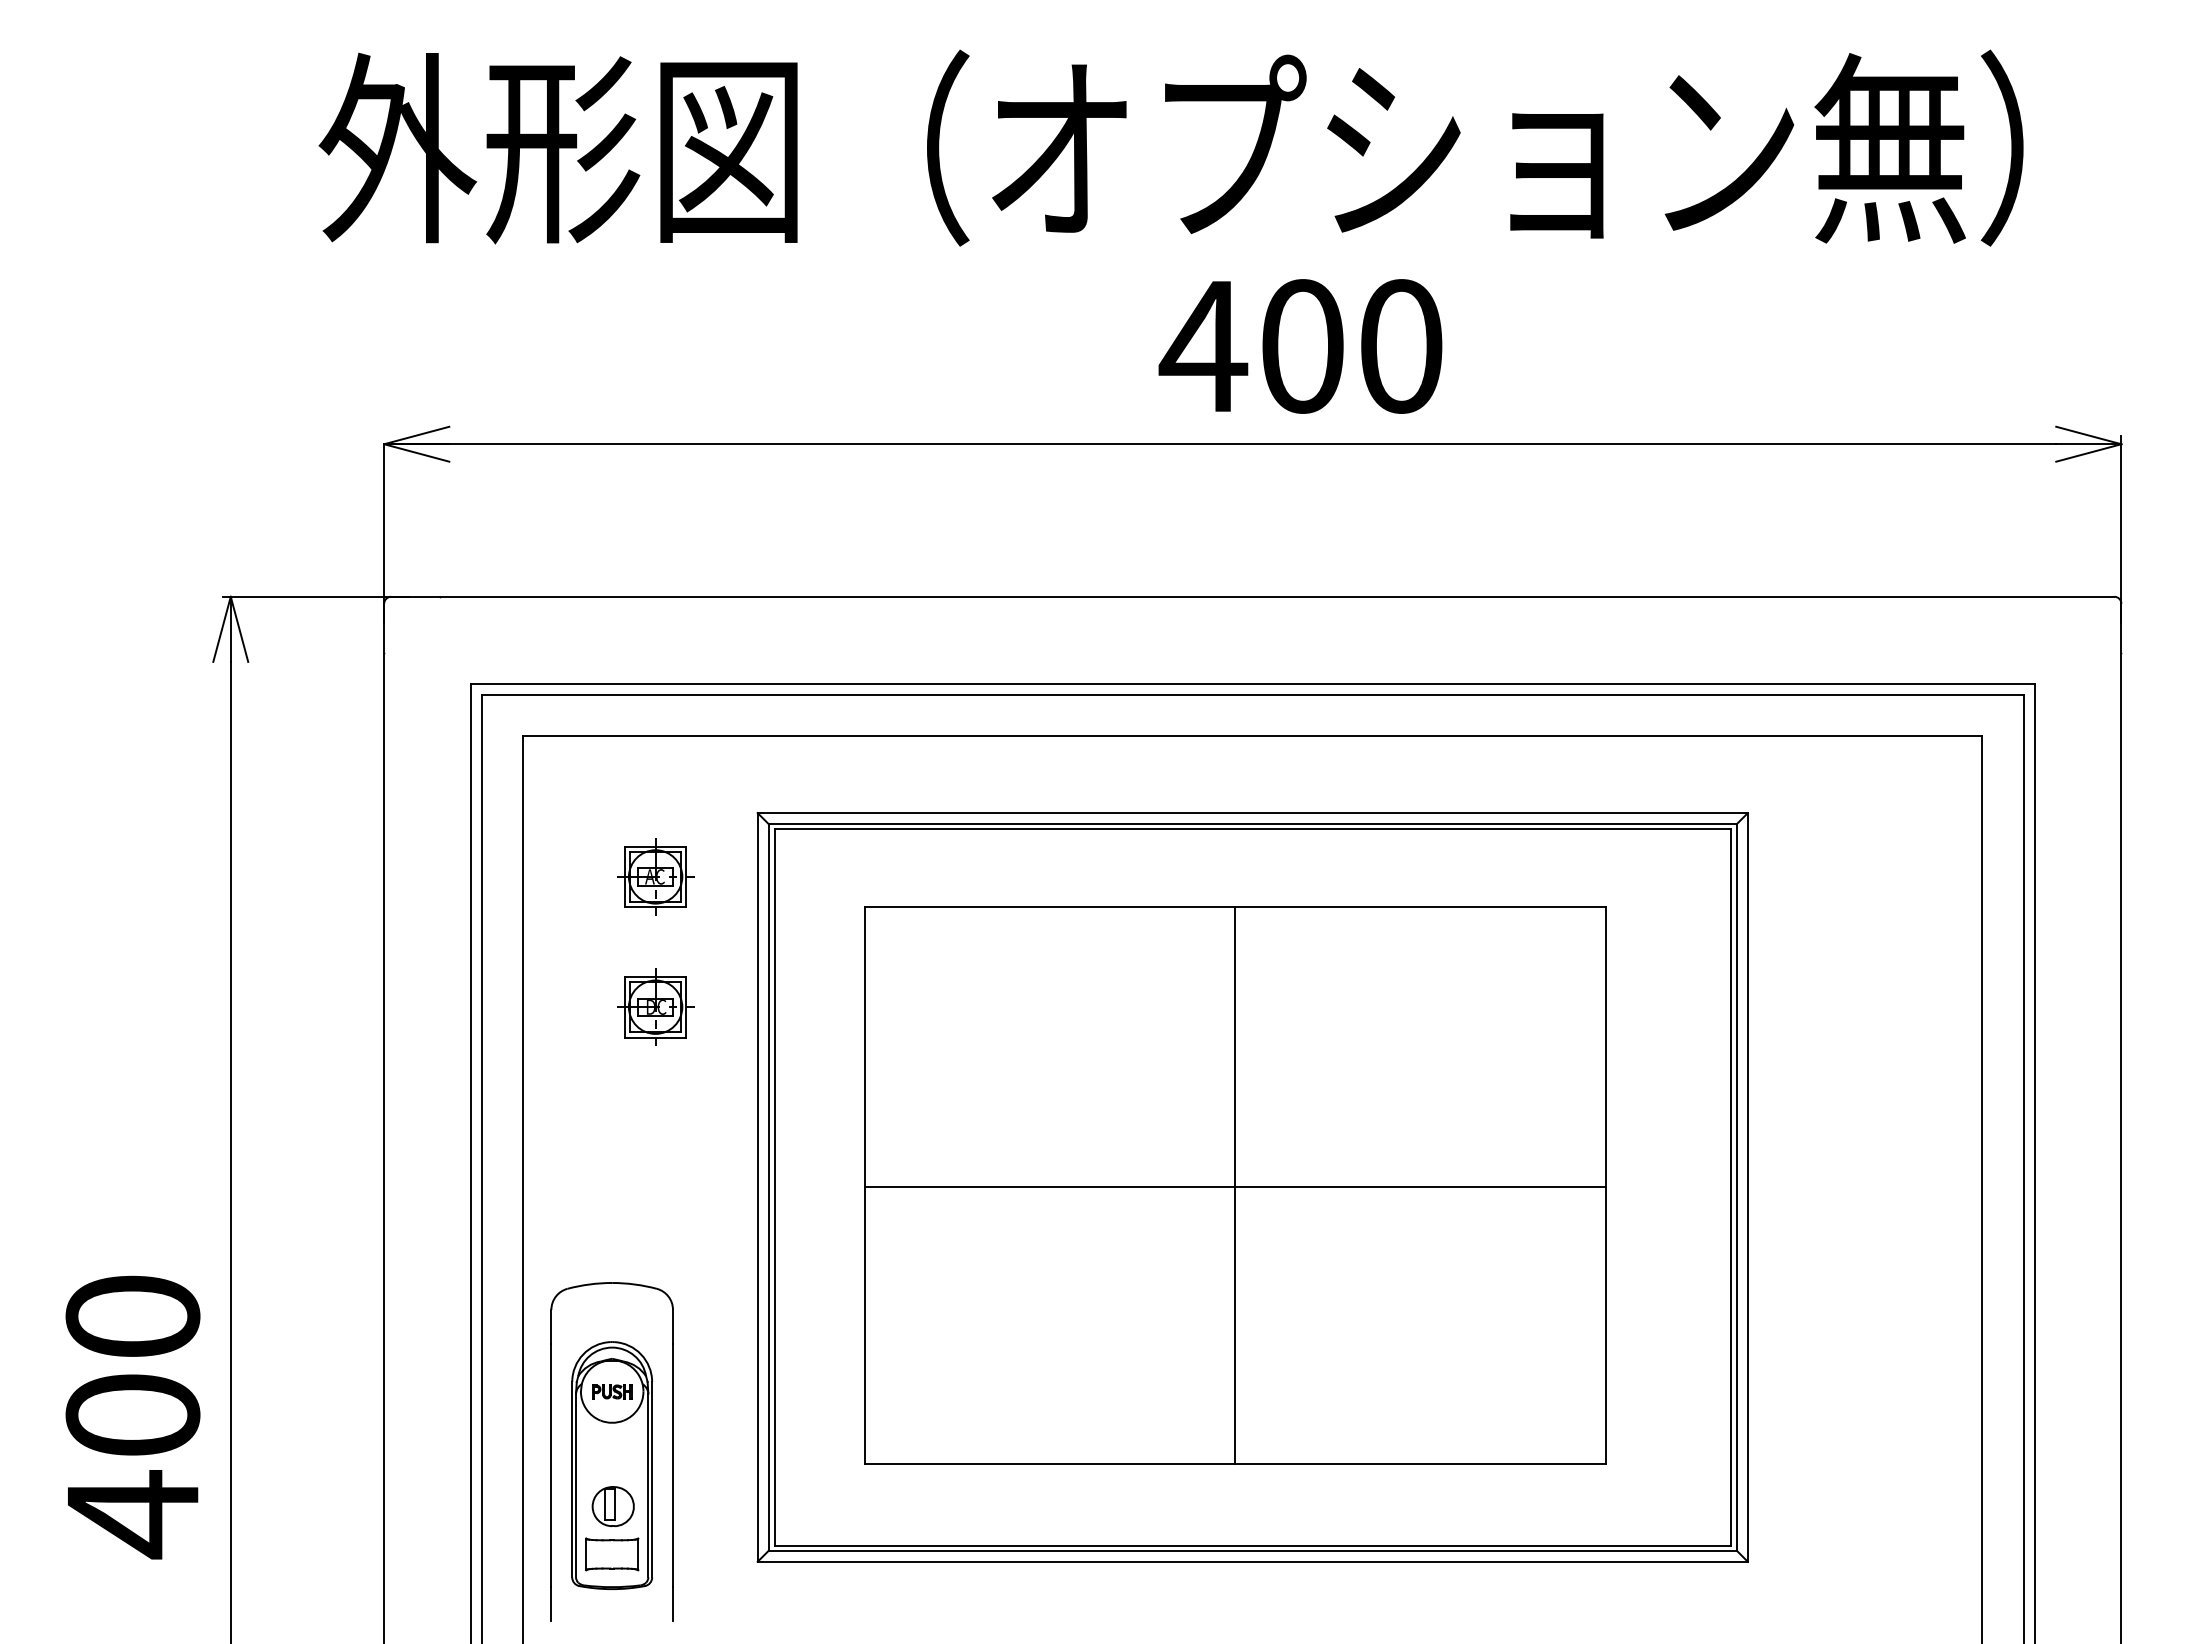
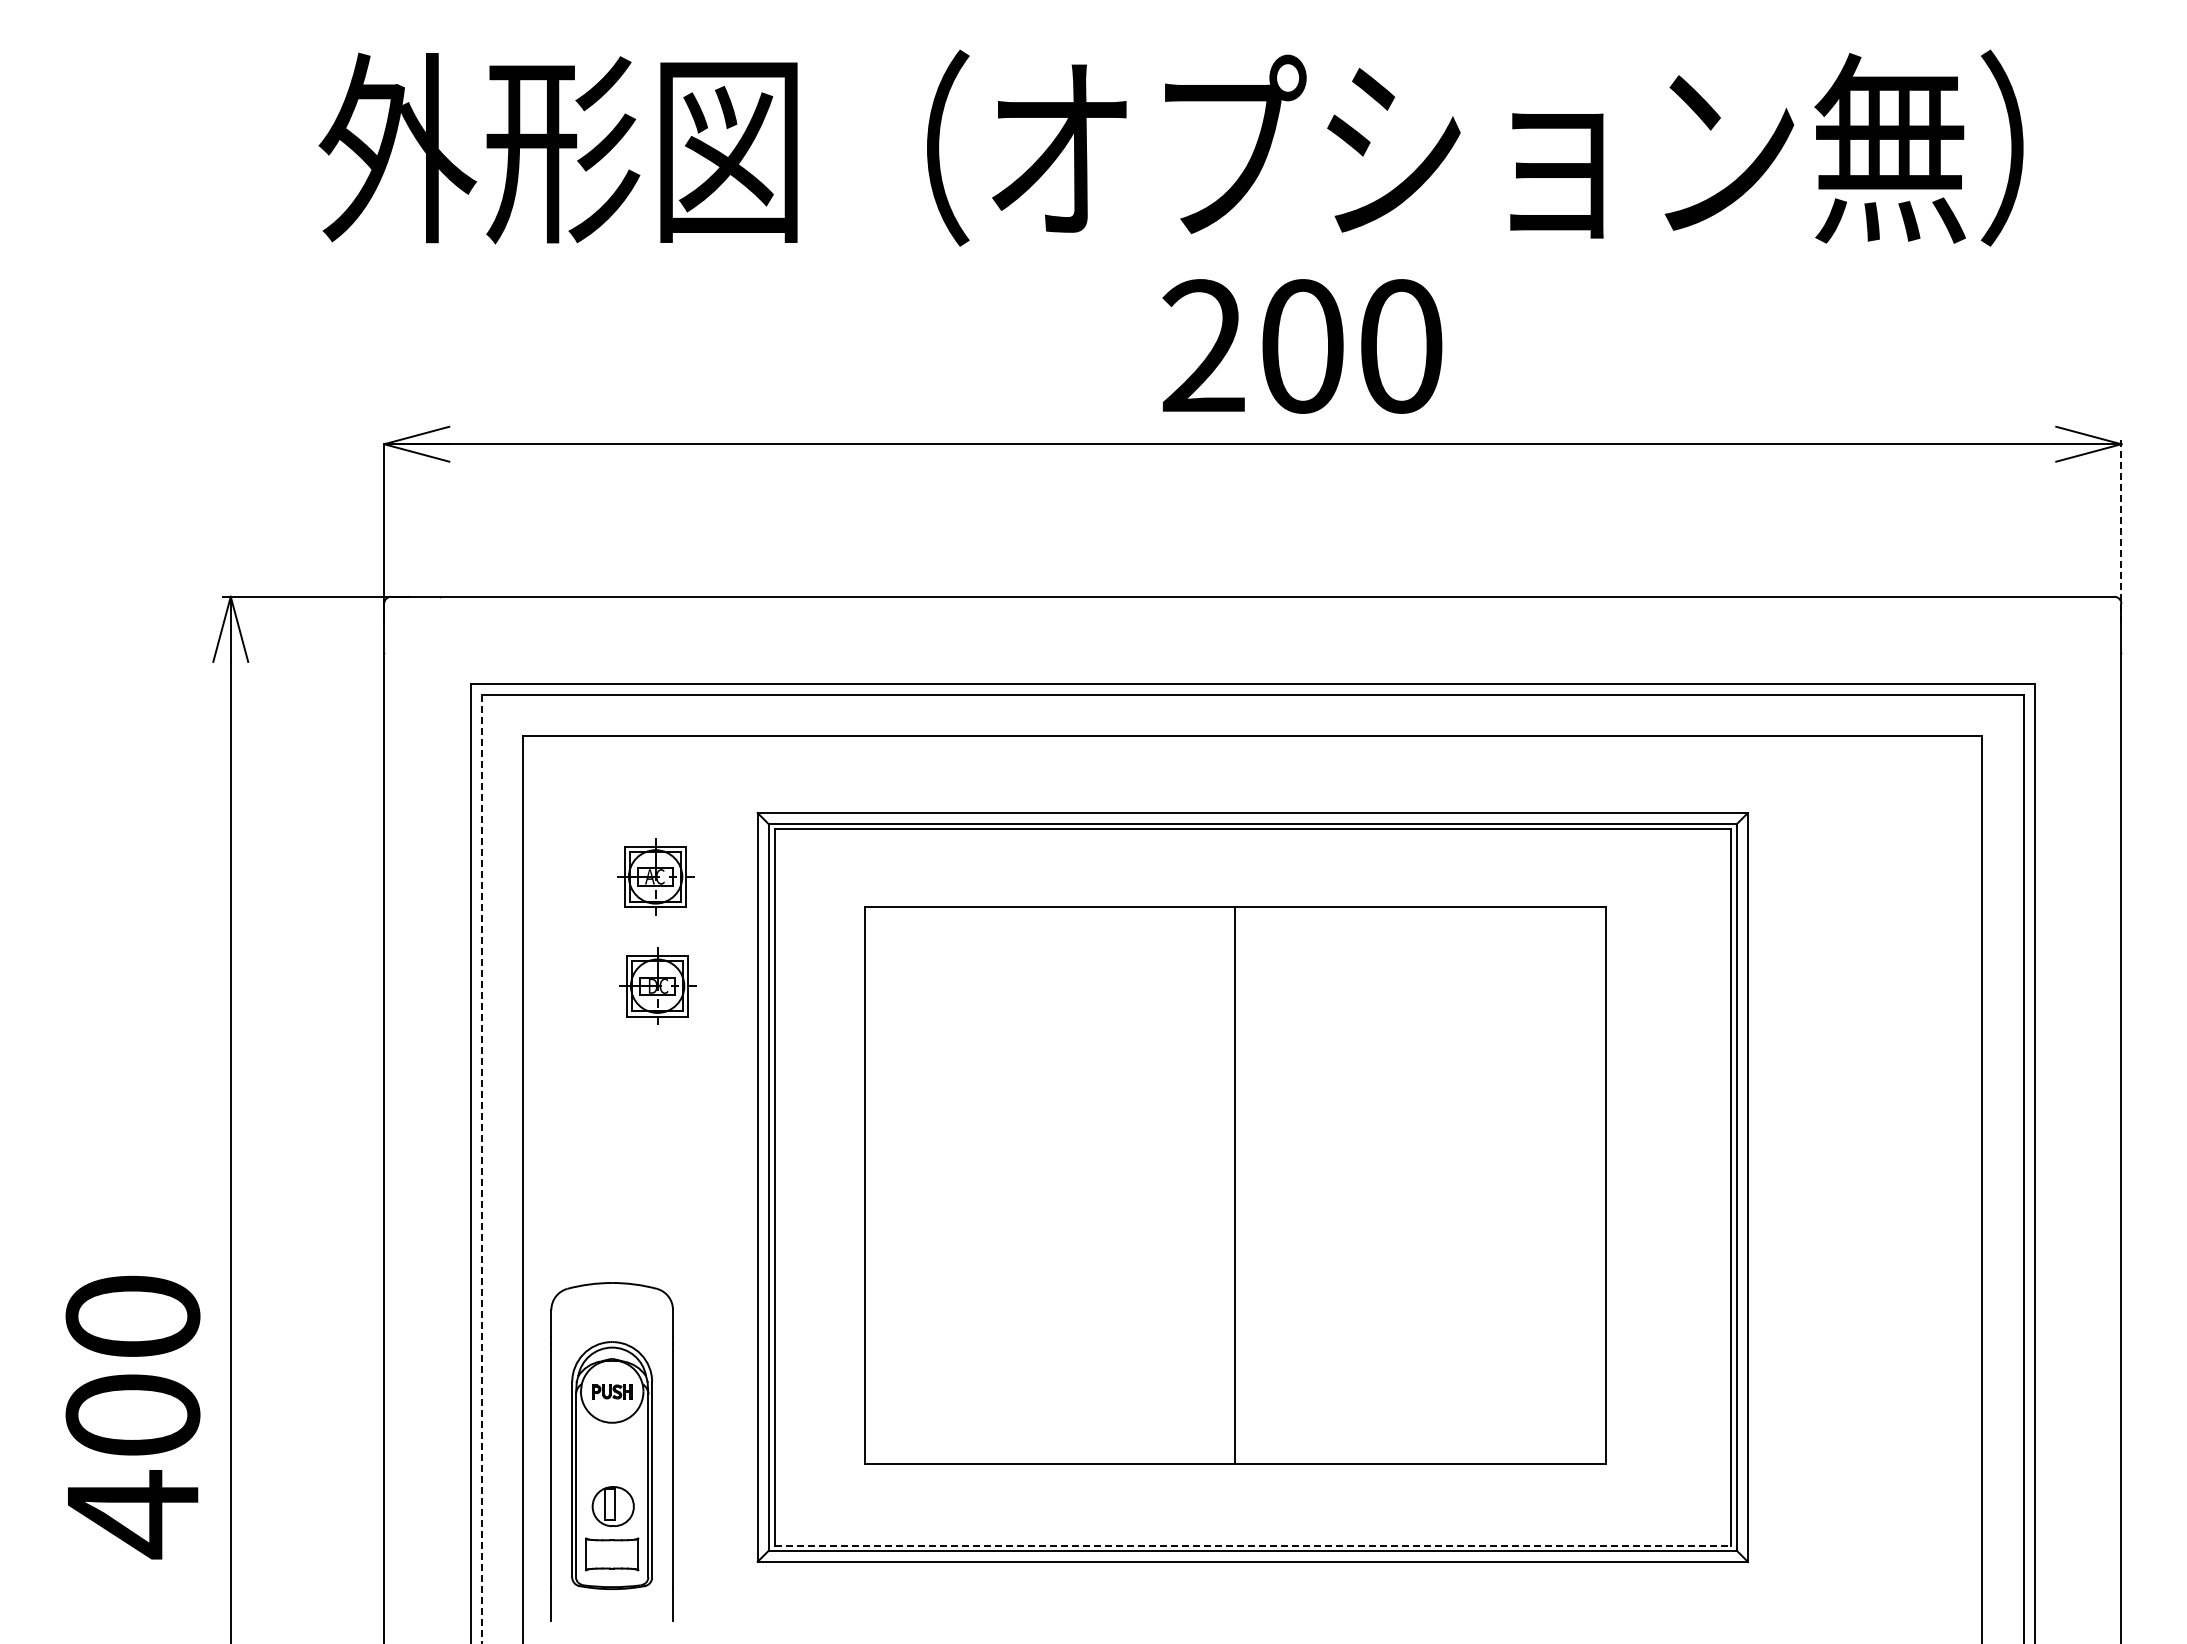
text at (1203, 345): 400 -> 200
line at (2121, 529): solid -> dashed
part at (655, 1006) position: (655, 1006) -> (657, 985)
line at (481, 1169): solid -> dashed
line at (1235, 1187): present -> none
line at (1252, 1545): solid -> dashed
